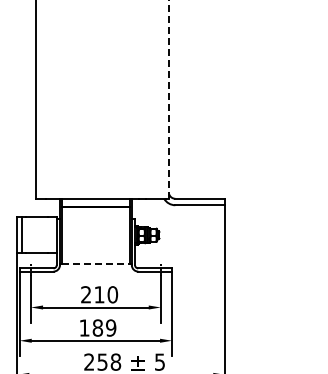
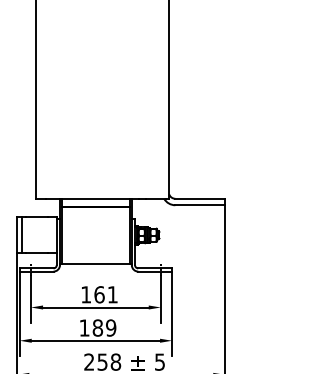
line at (169, 99): dashed -> solid
line at (96, 263): dashed -> solid
text at (99, 294): 210 -> 161
